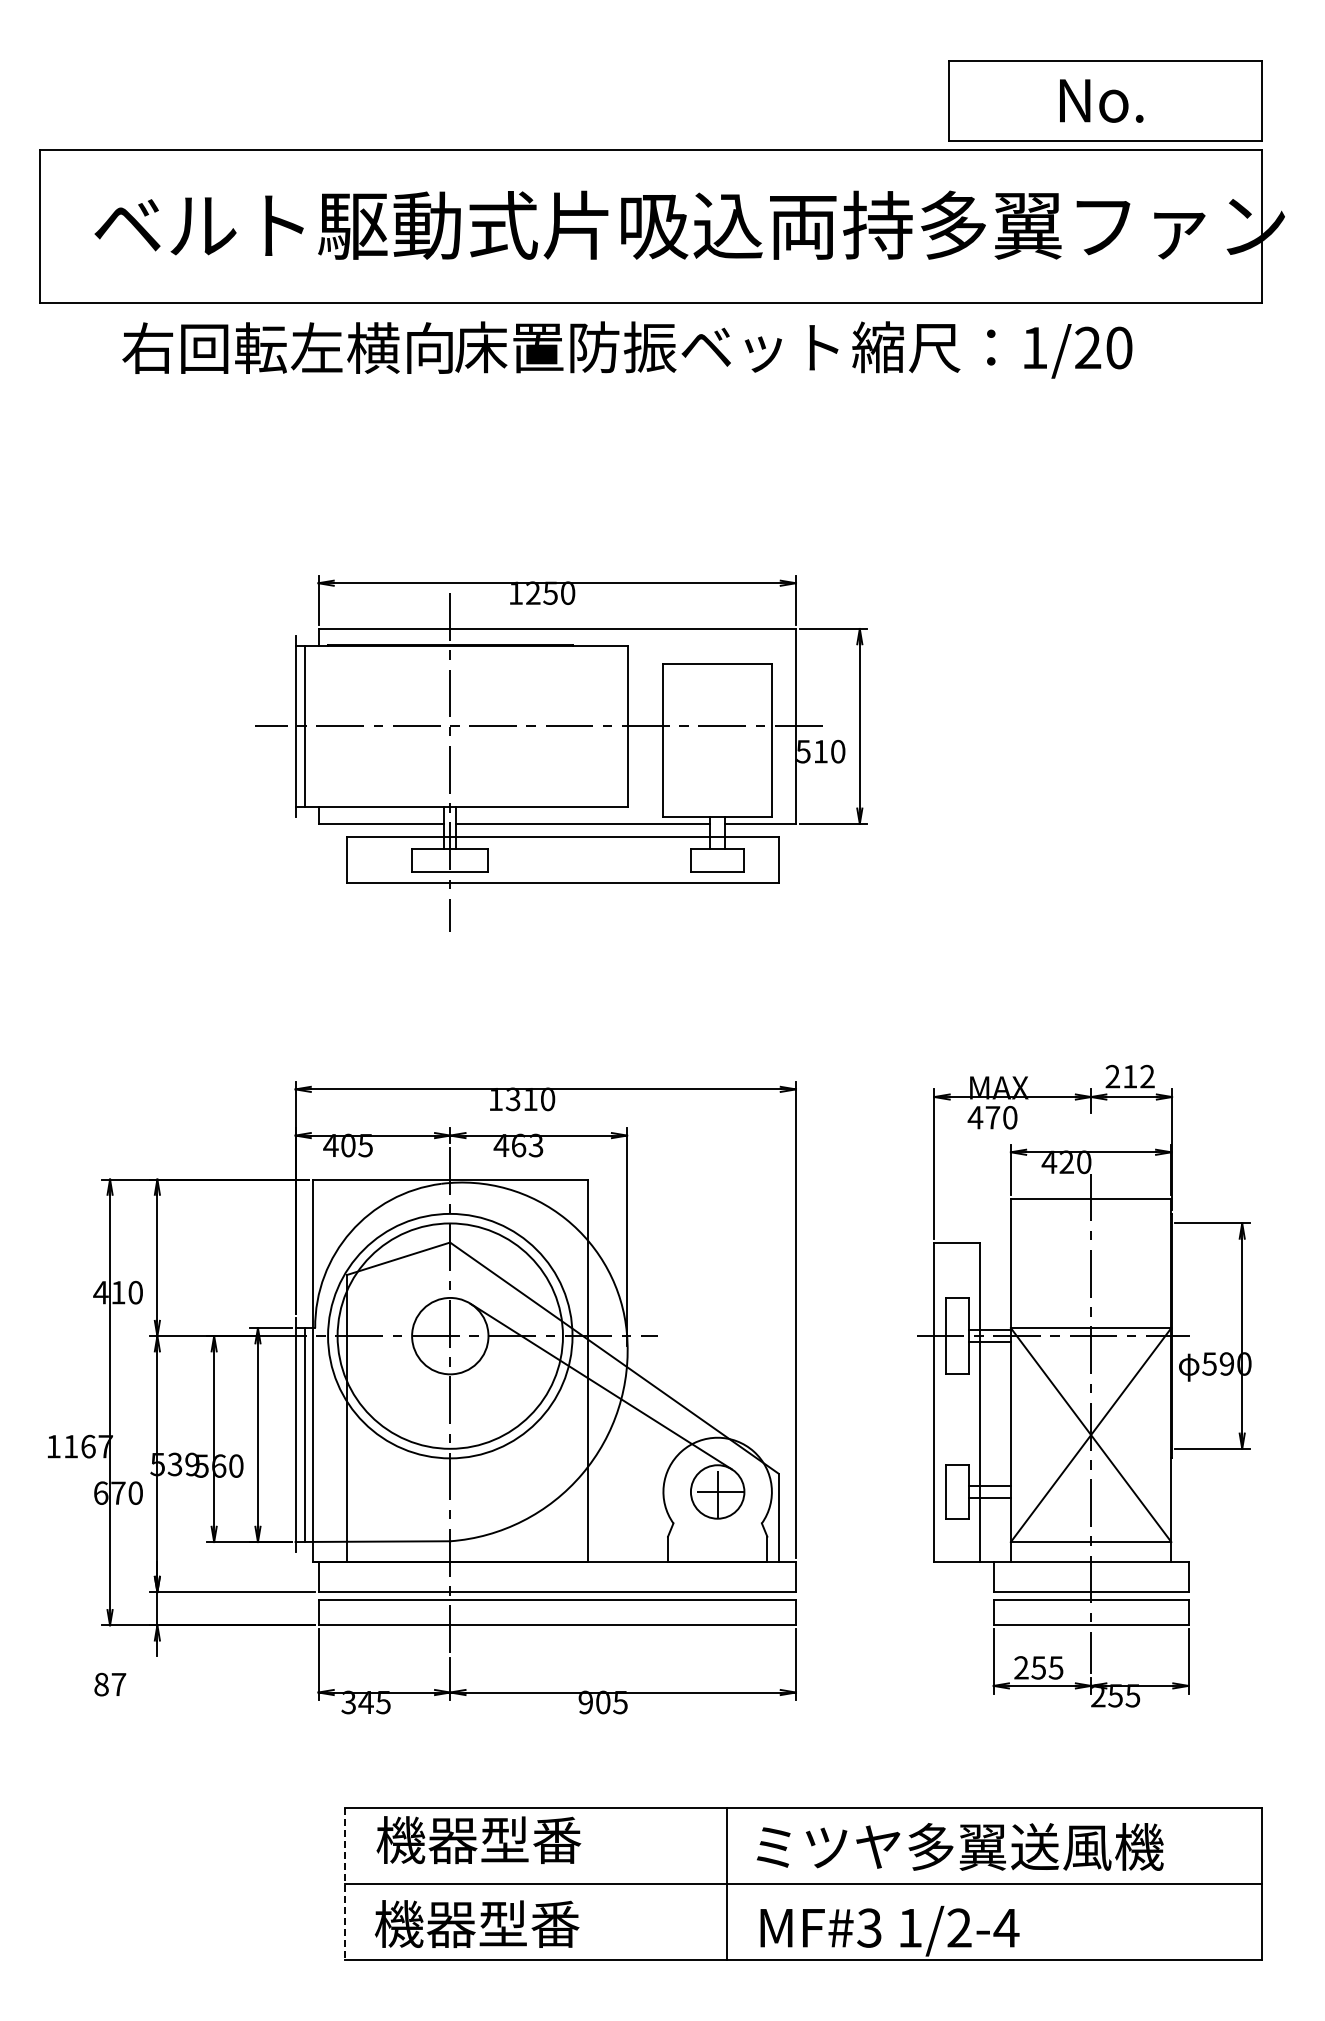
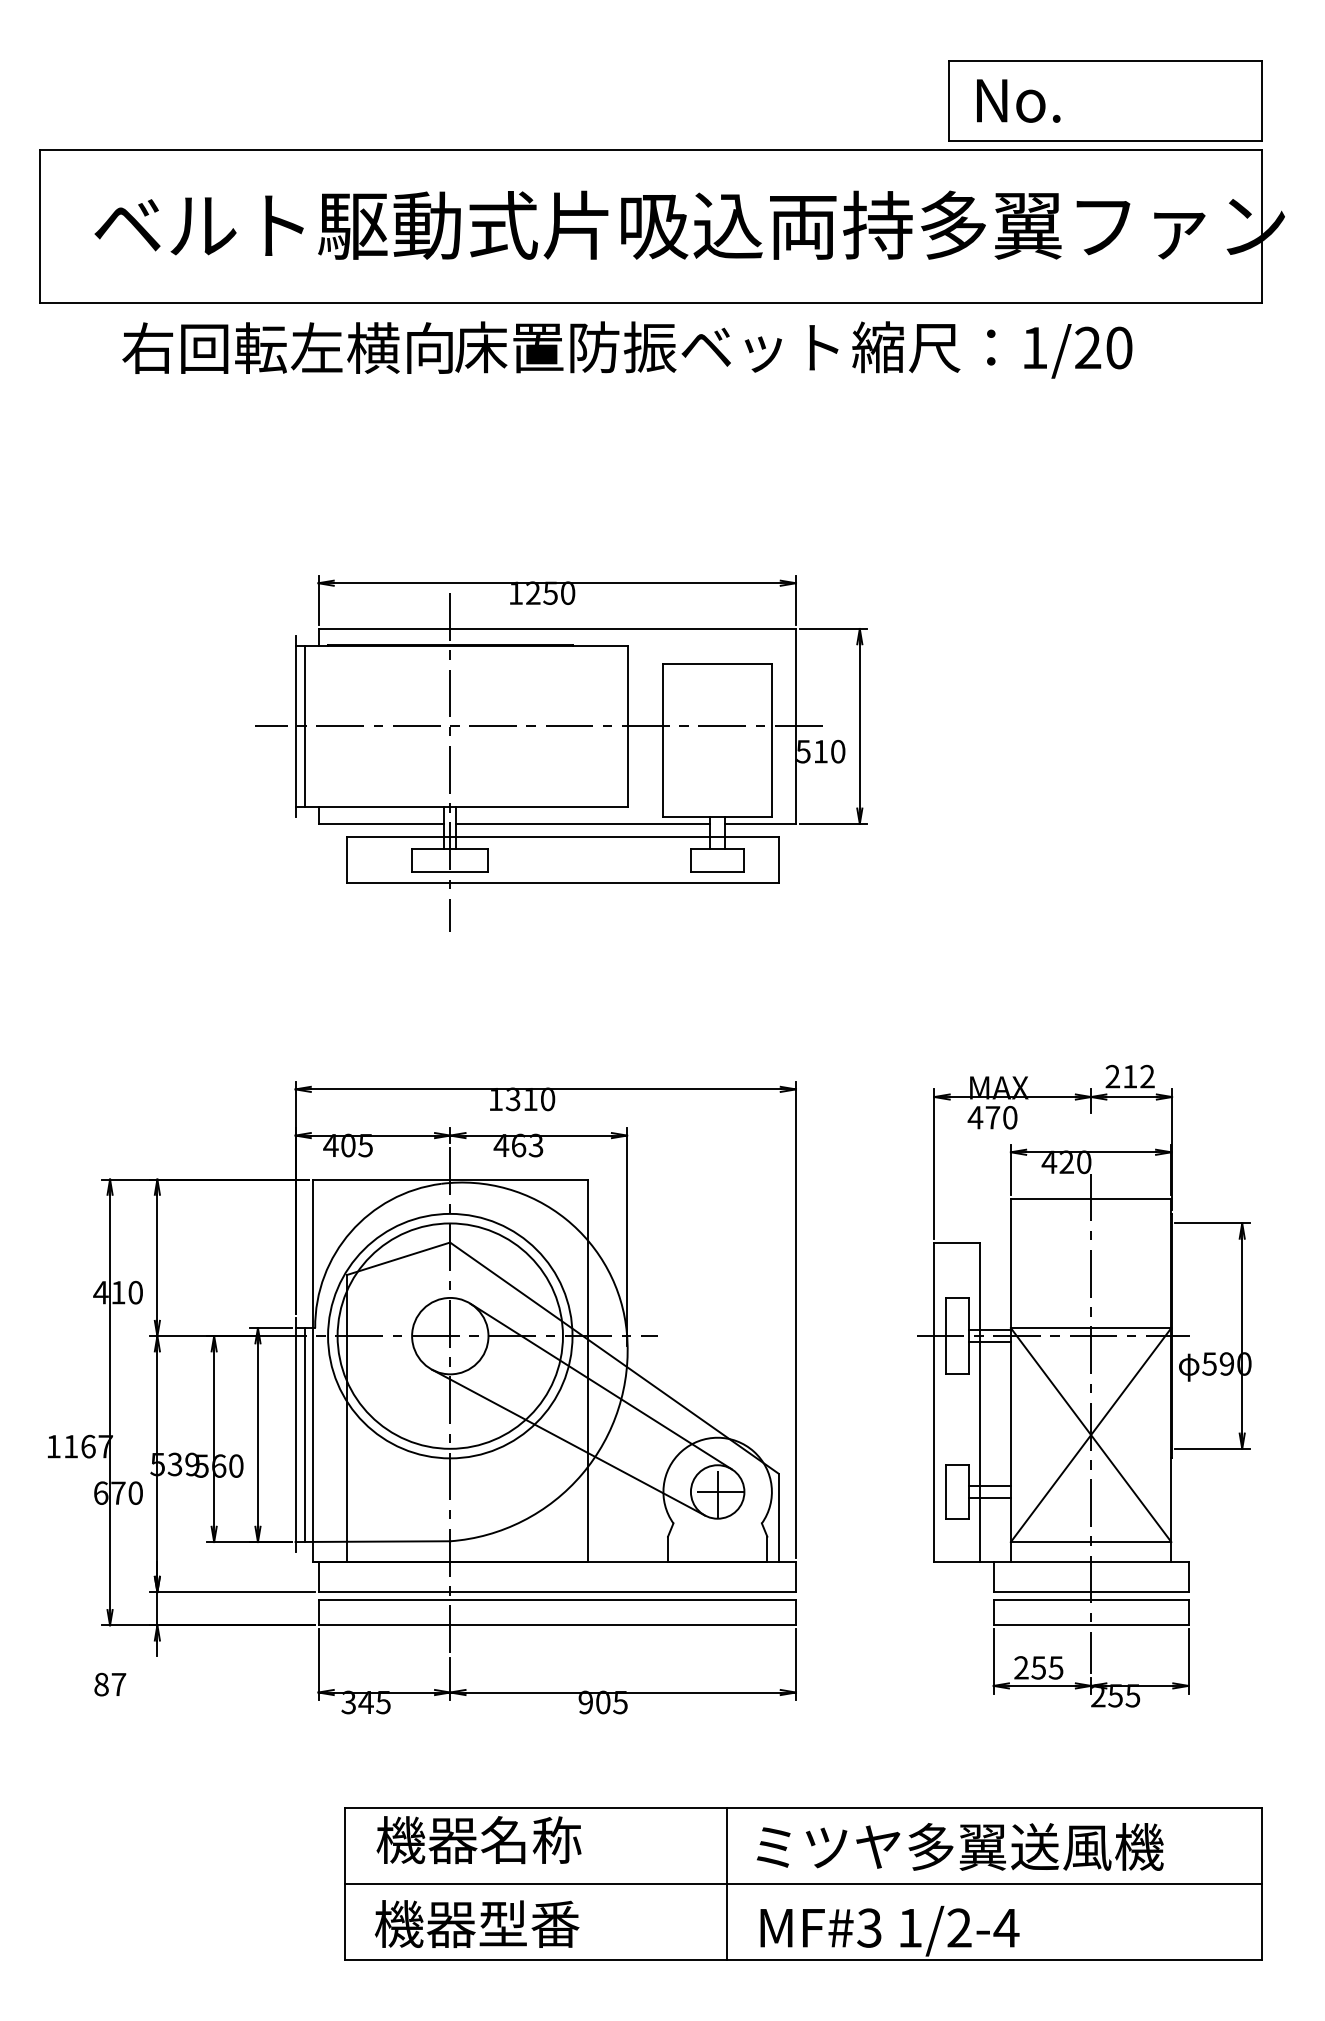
text at (1101, 100) position: (1101, 100) -> (1018, 100)
line at (568, 1442): none -> present
text at (531, 1840): 機器型番 -> 機器名称
line at (345, 1884): dashed -> solid
